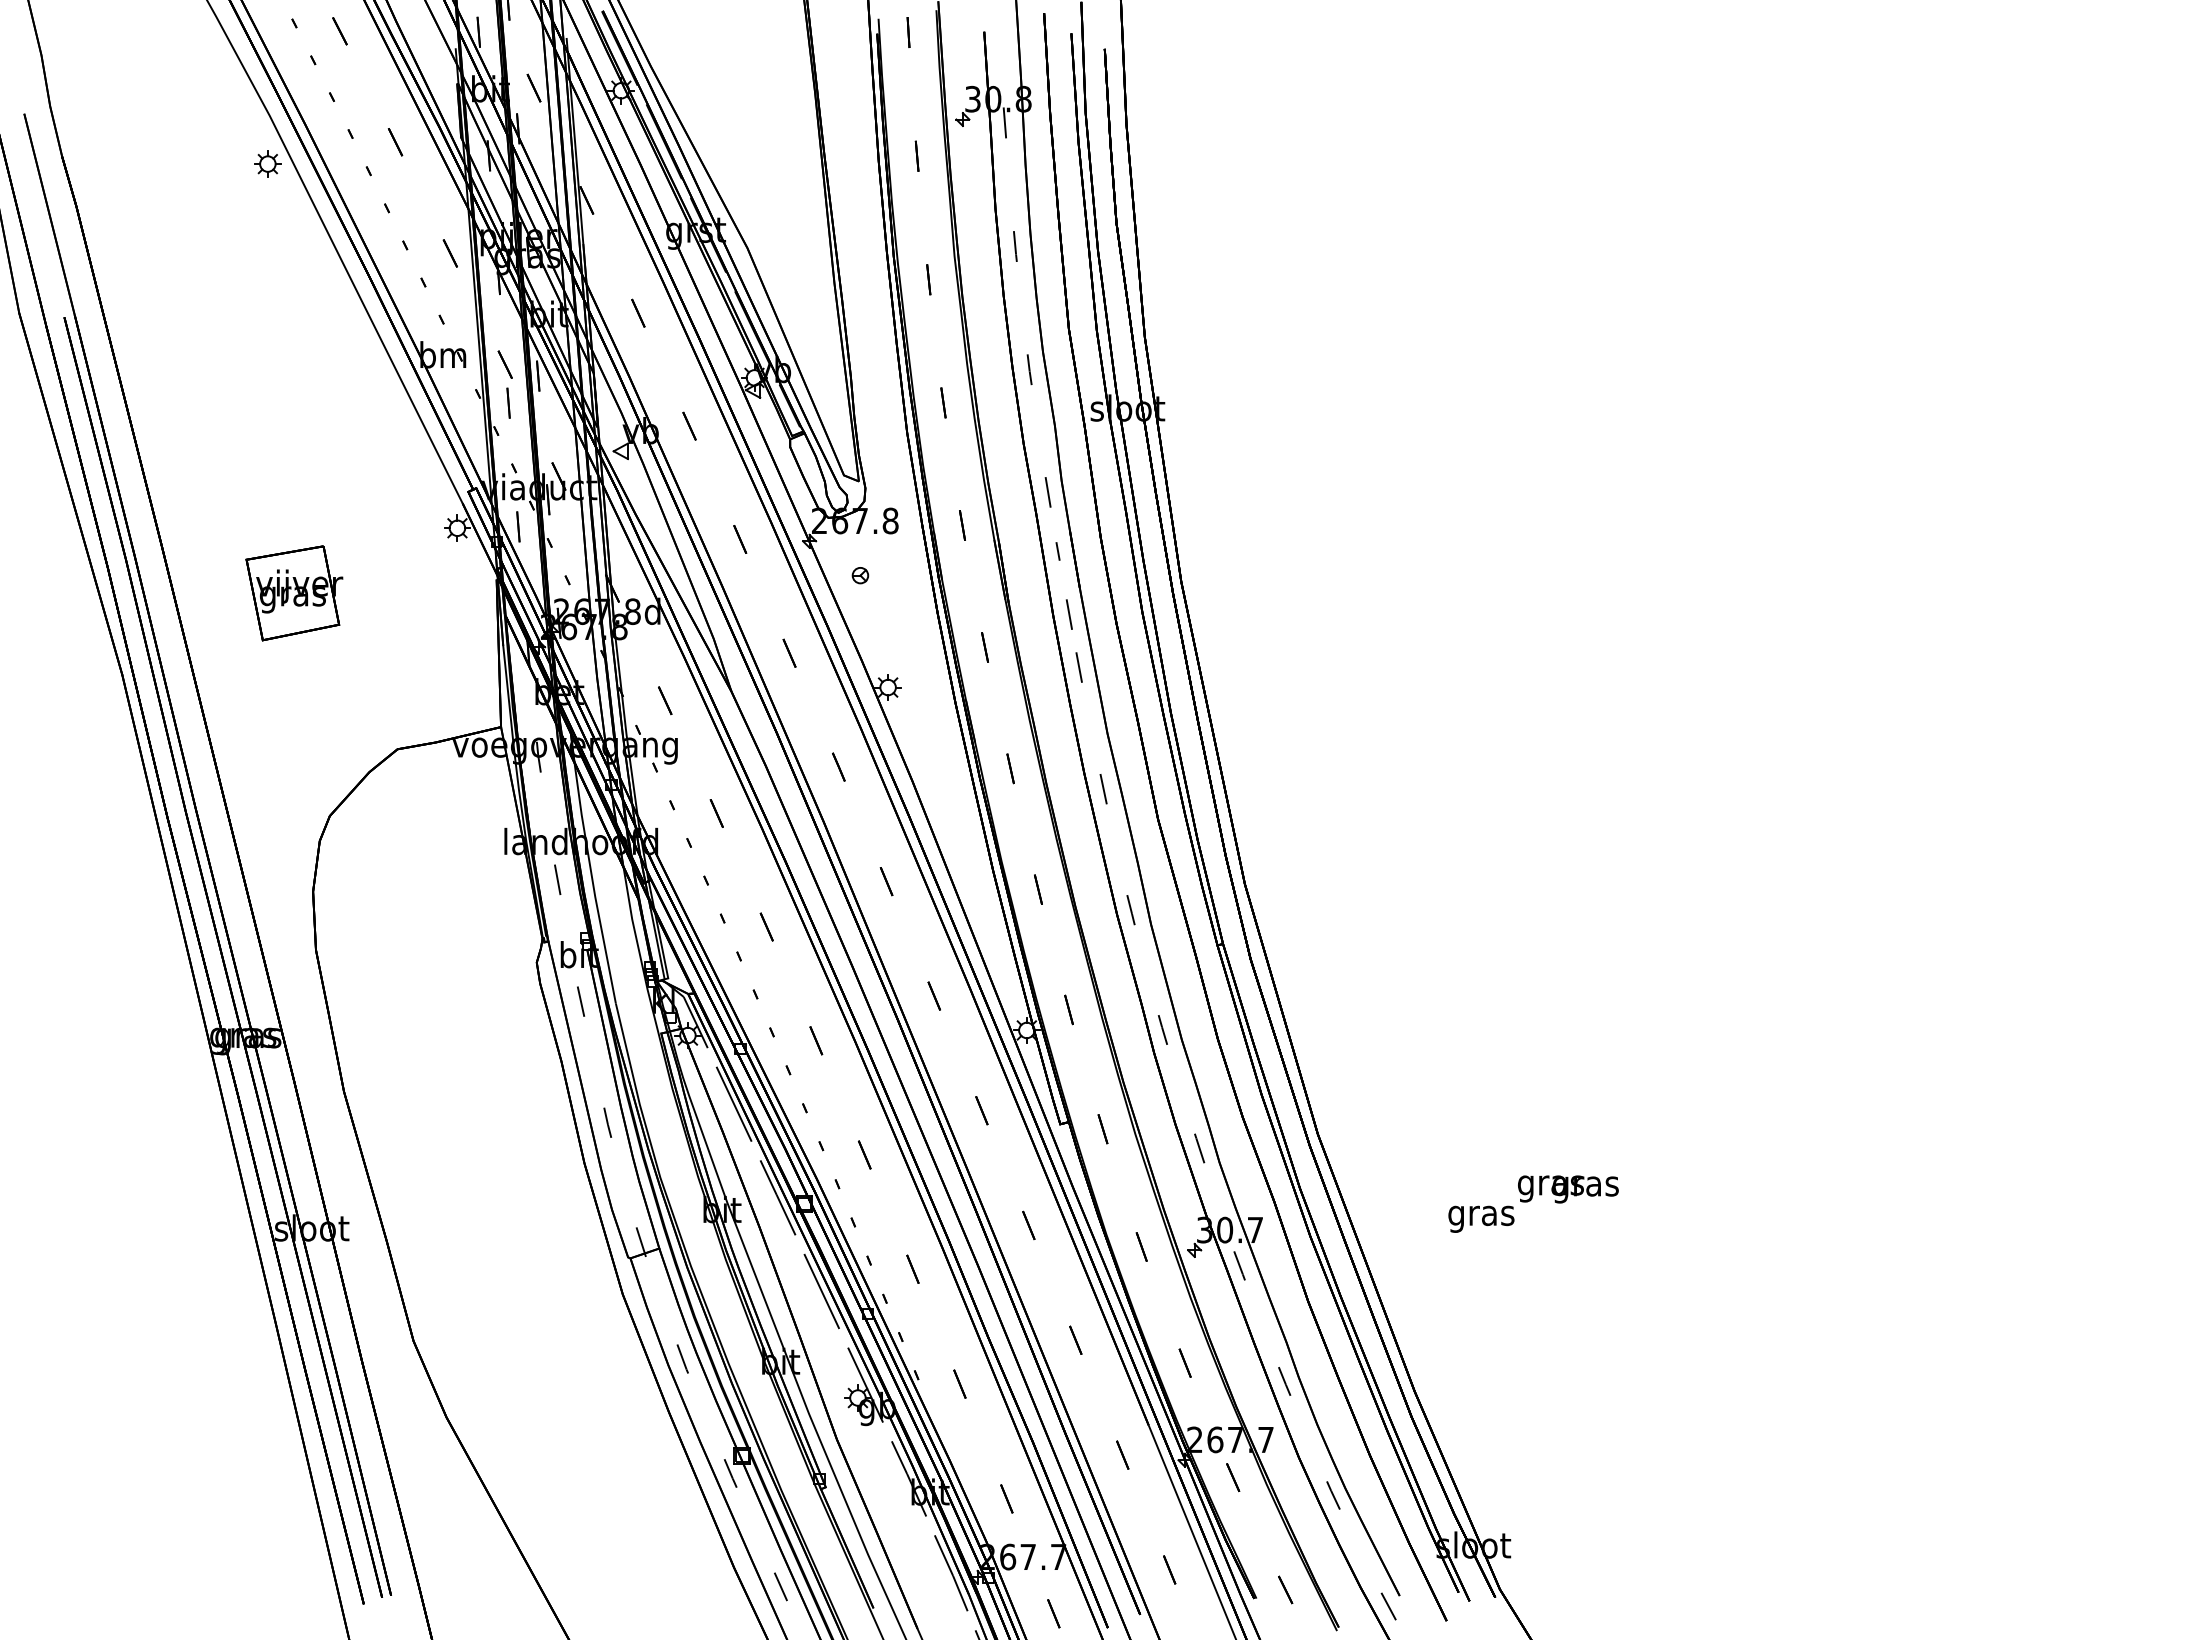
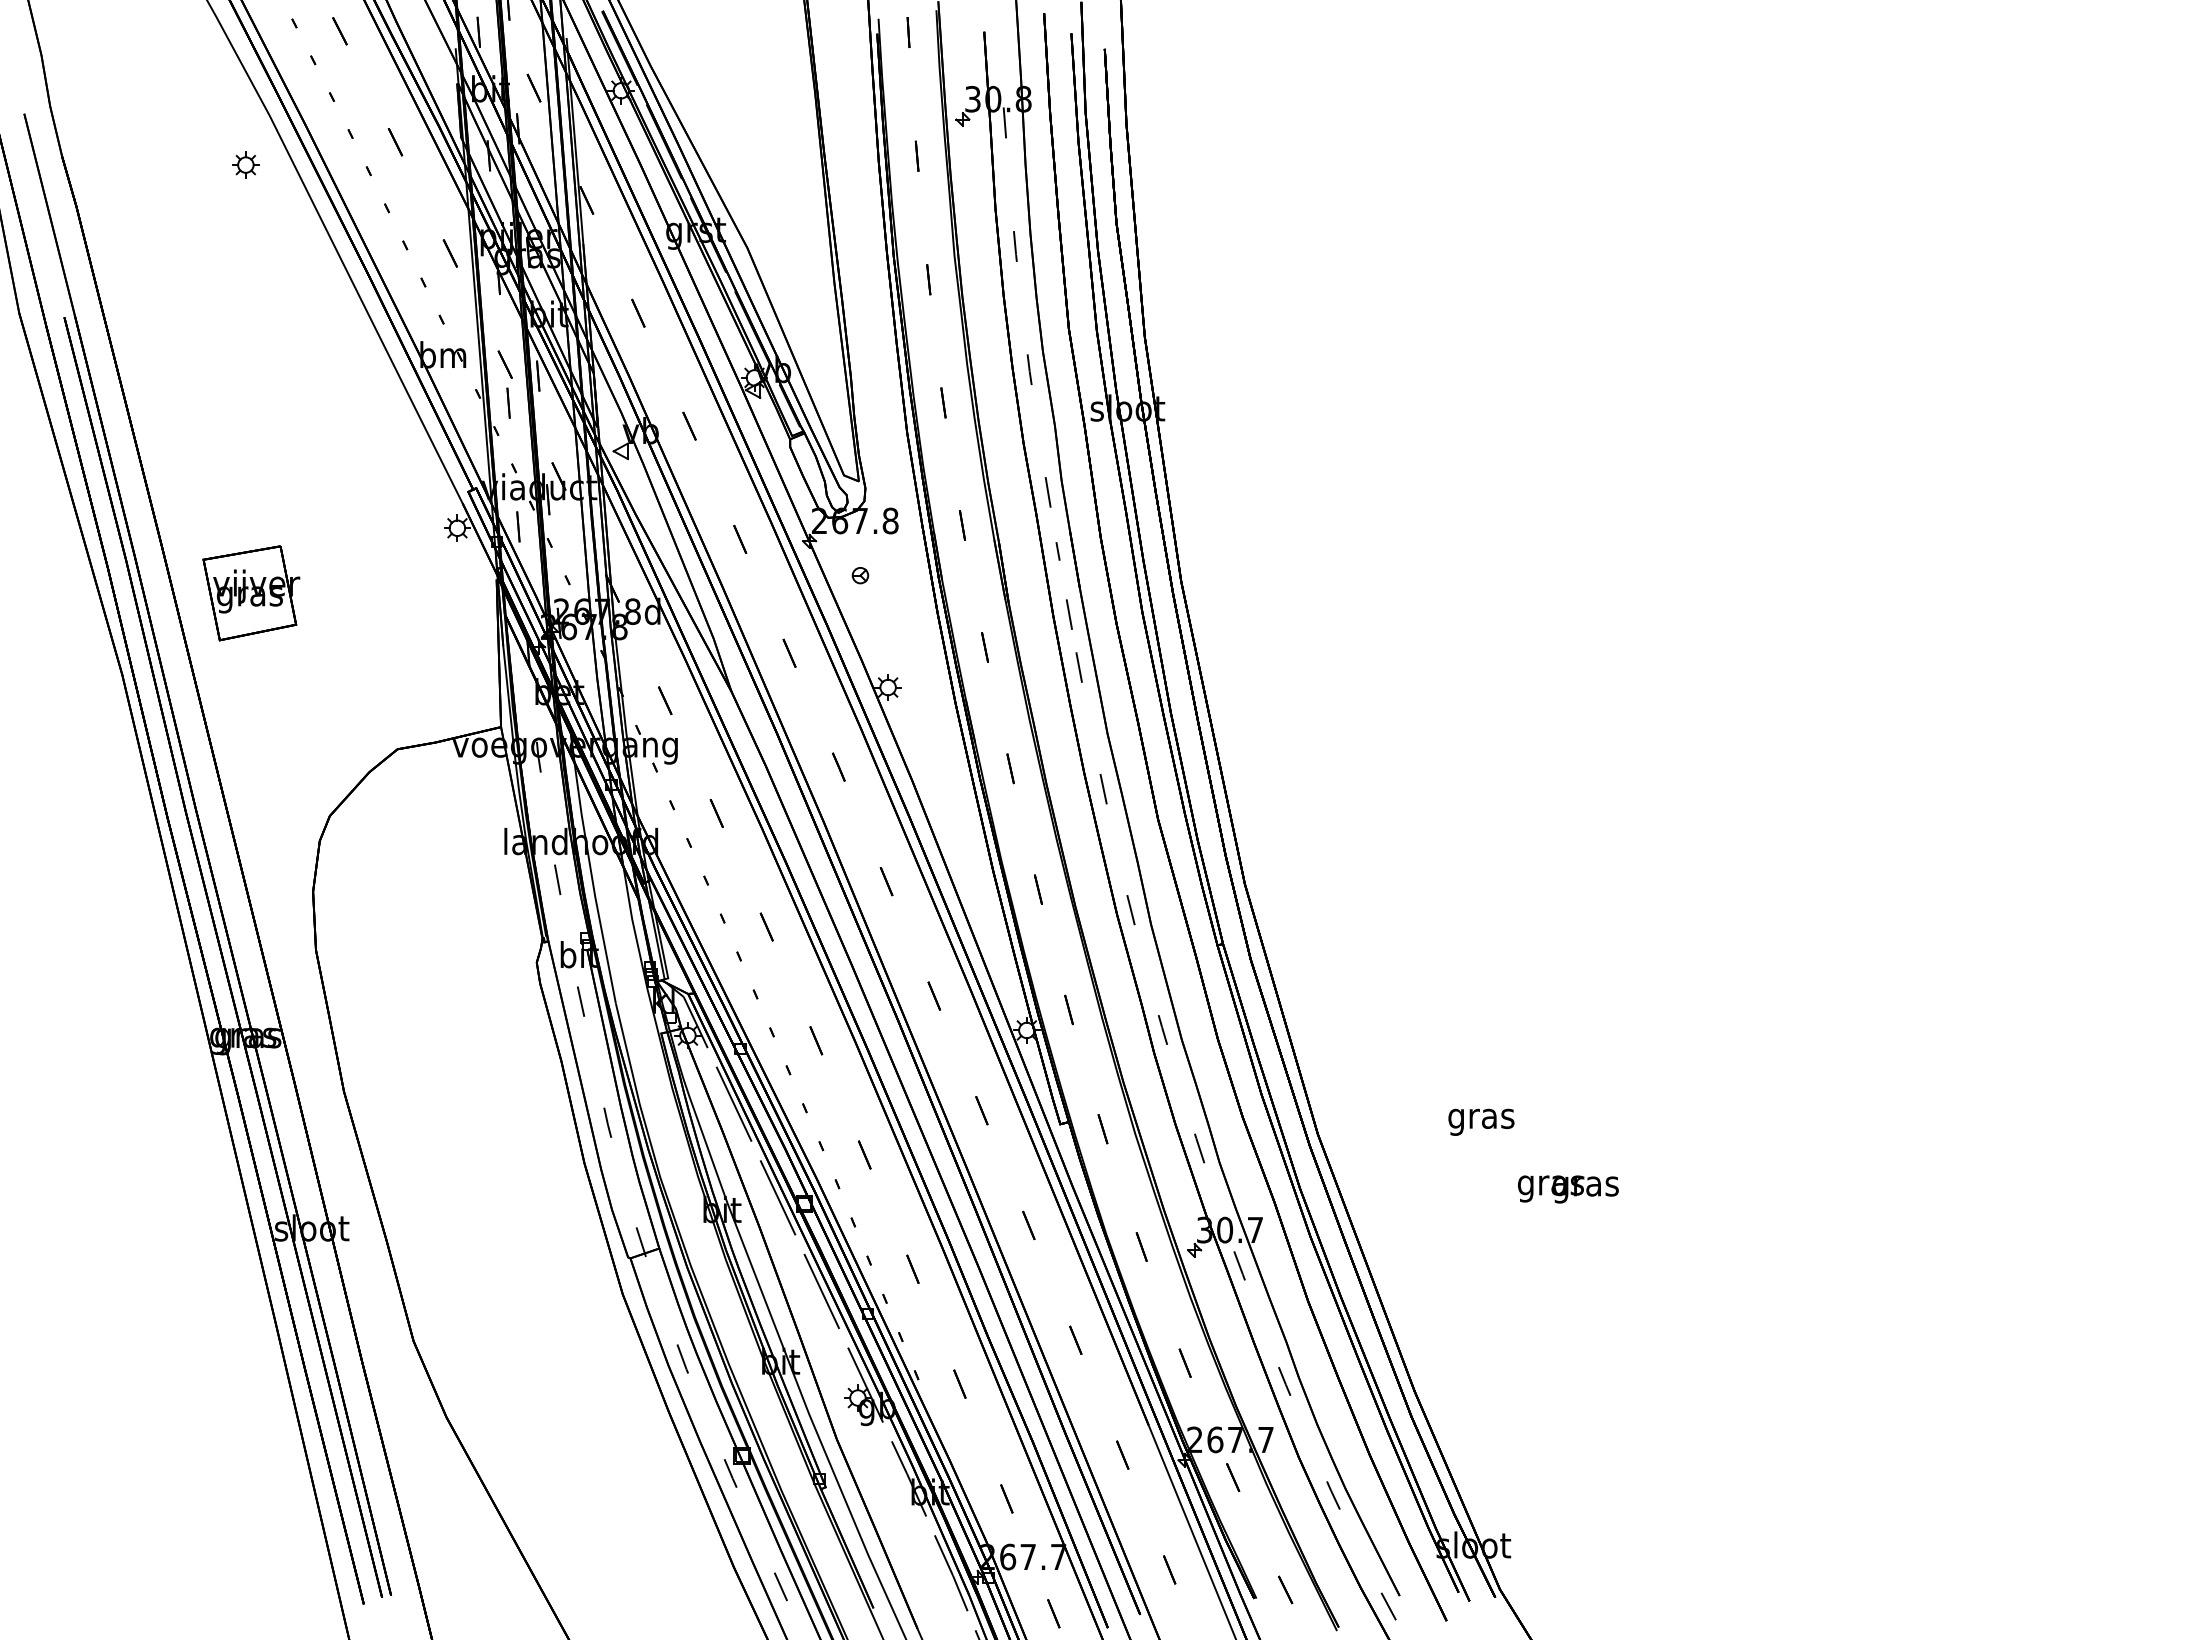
part at (267, 163) position: (267, 163) -> (245, 164)
part at (294, 593) position: (294, 593) -> (251, 593)
text at (1481, 1218) position: (1481, 1218) -> (1481, 1121)
